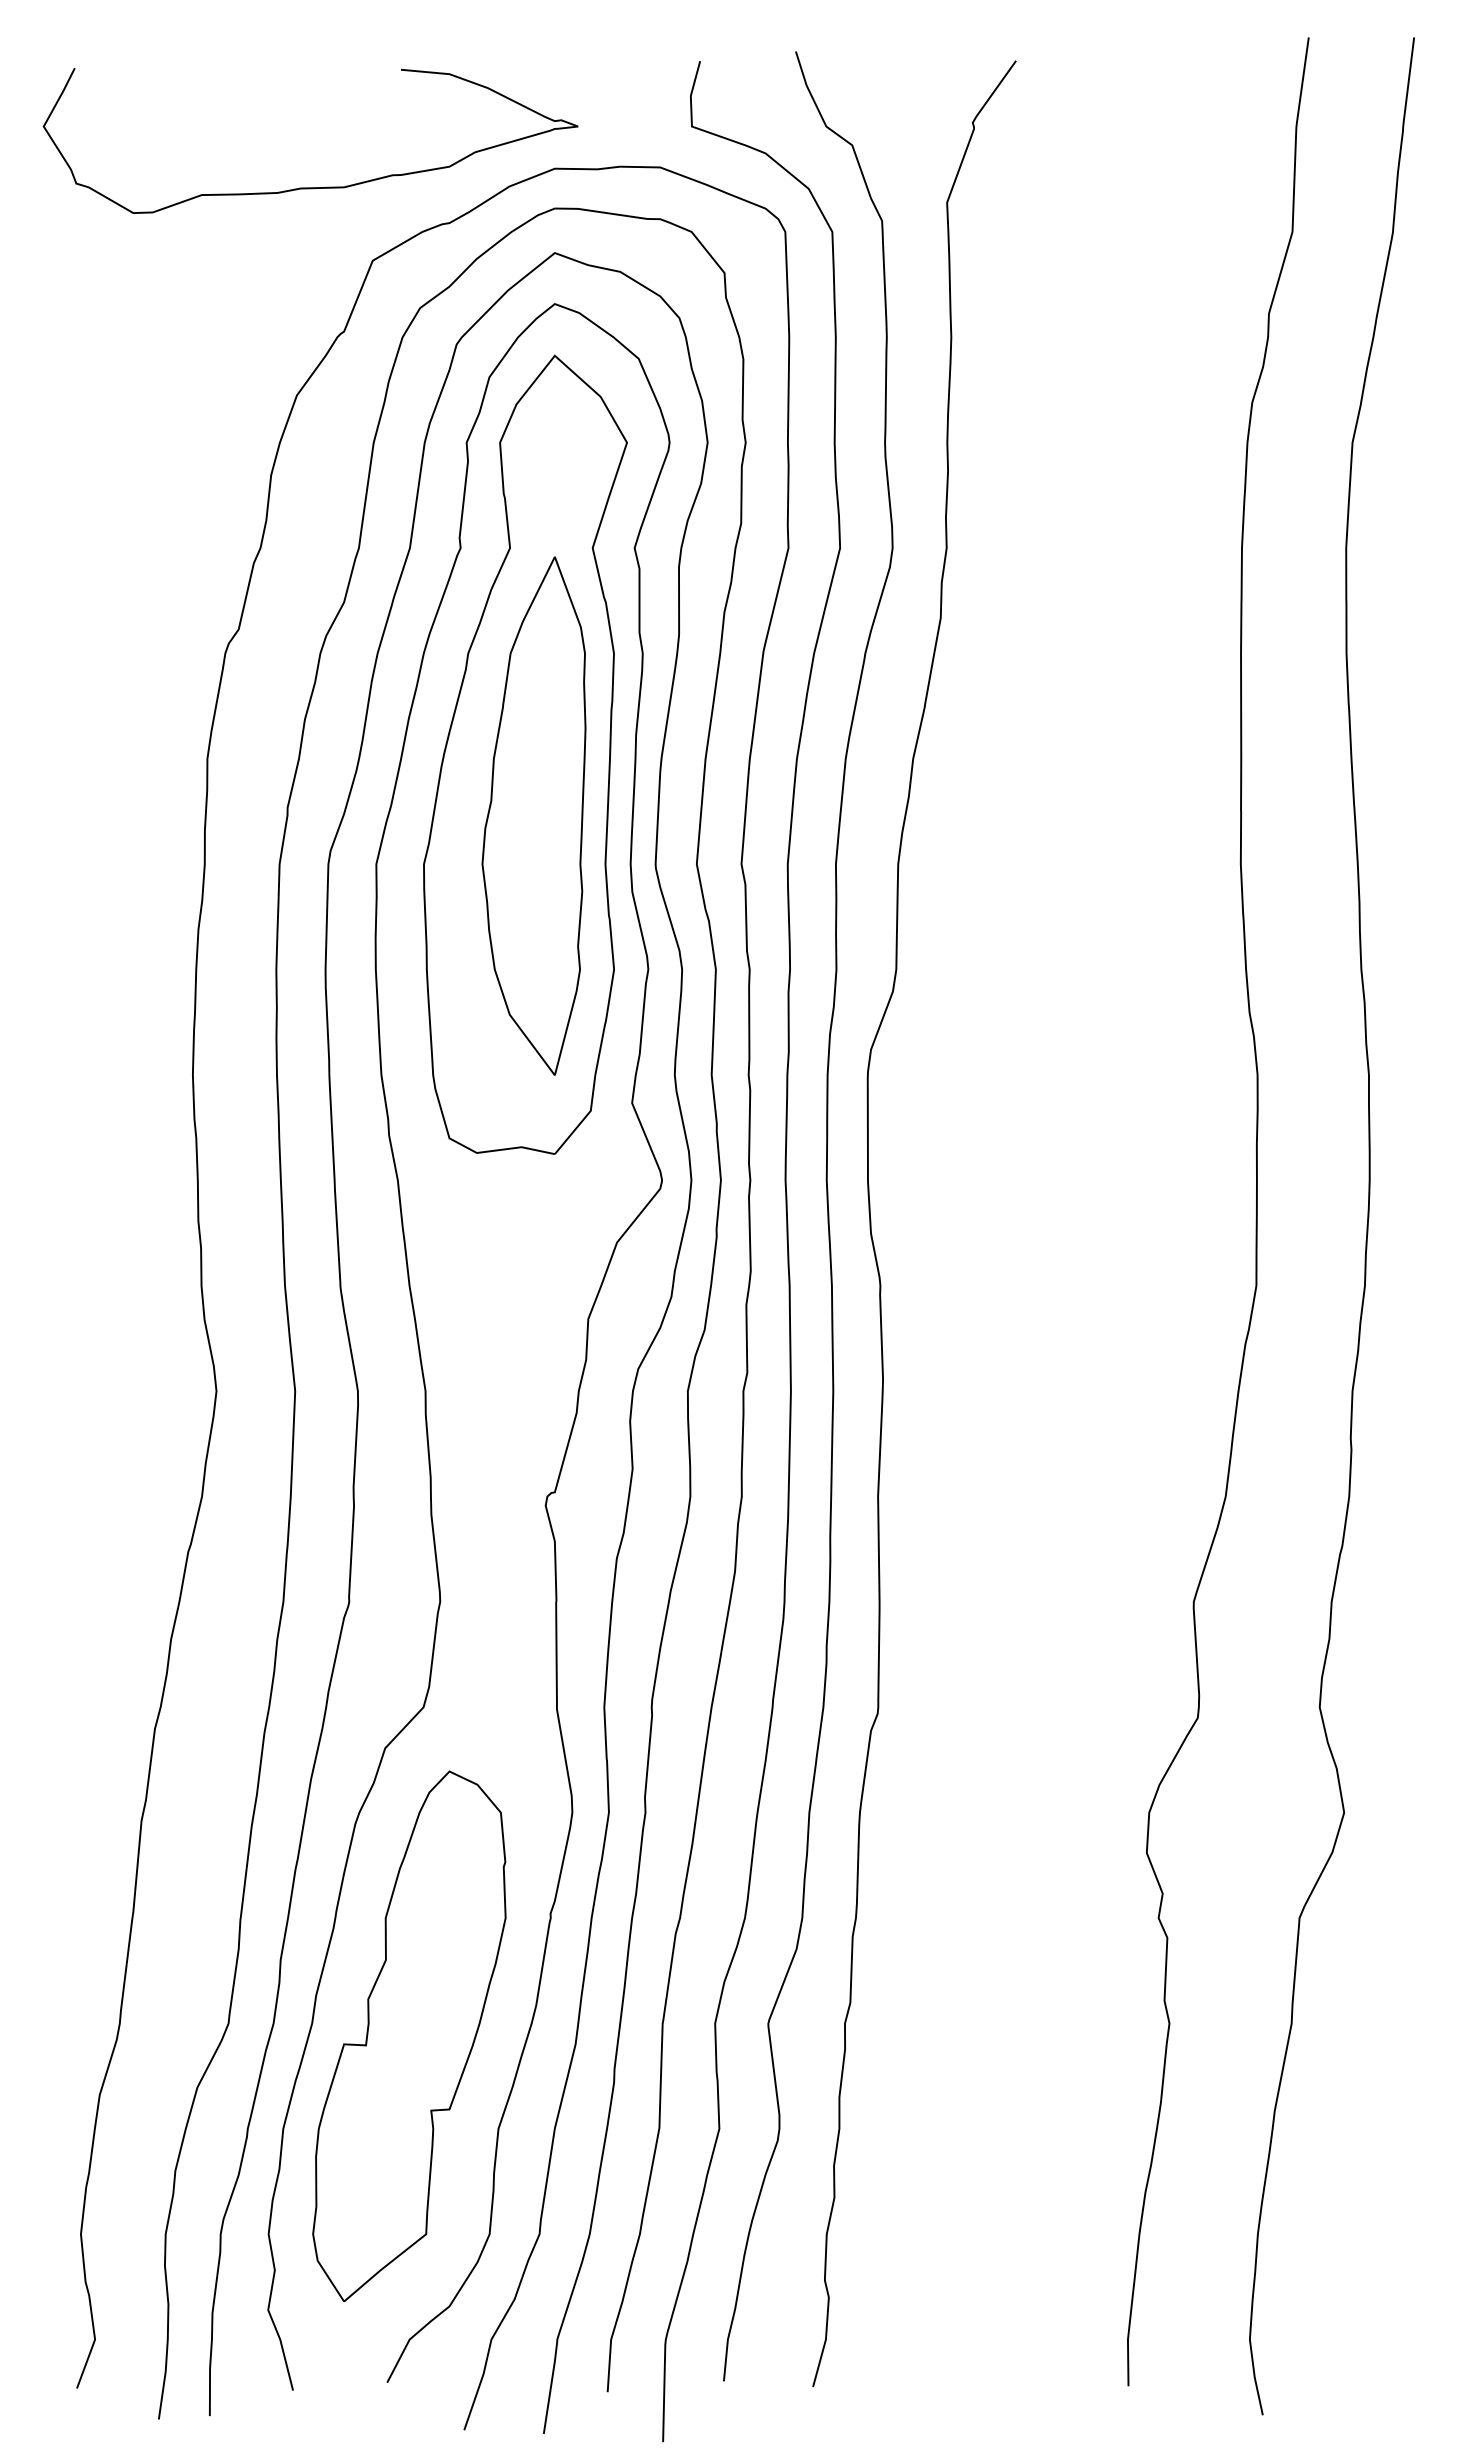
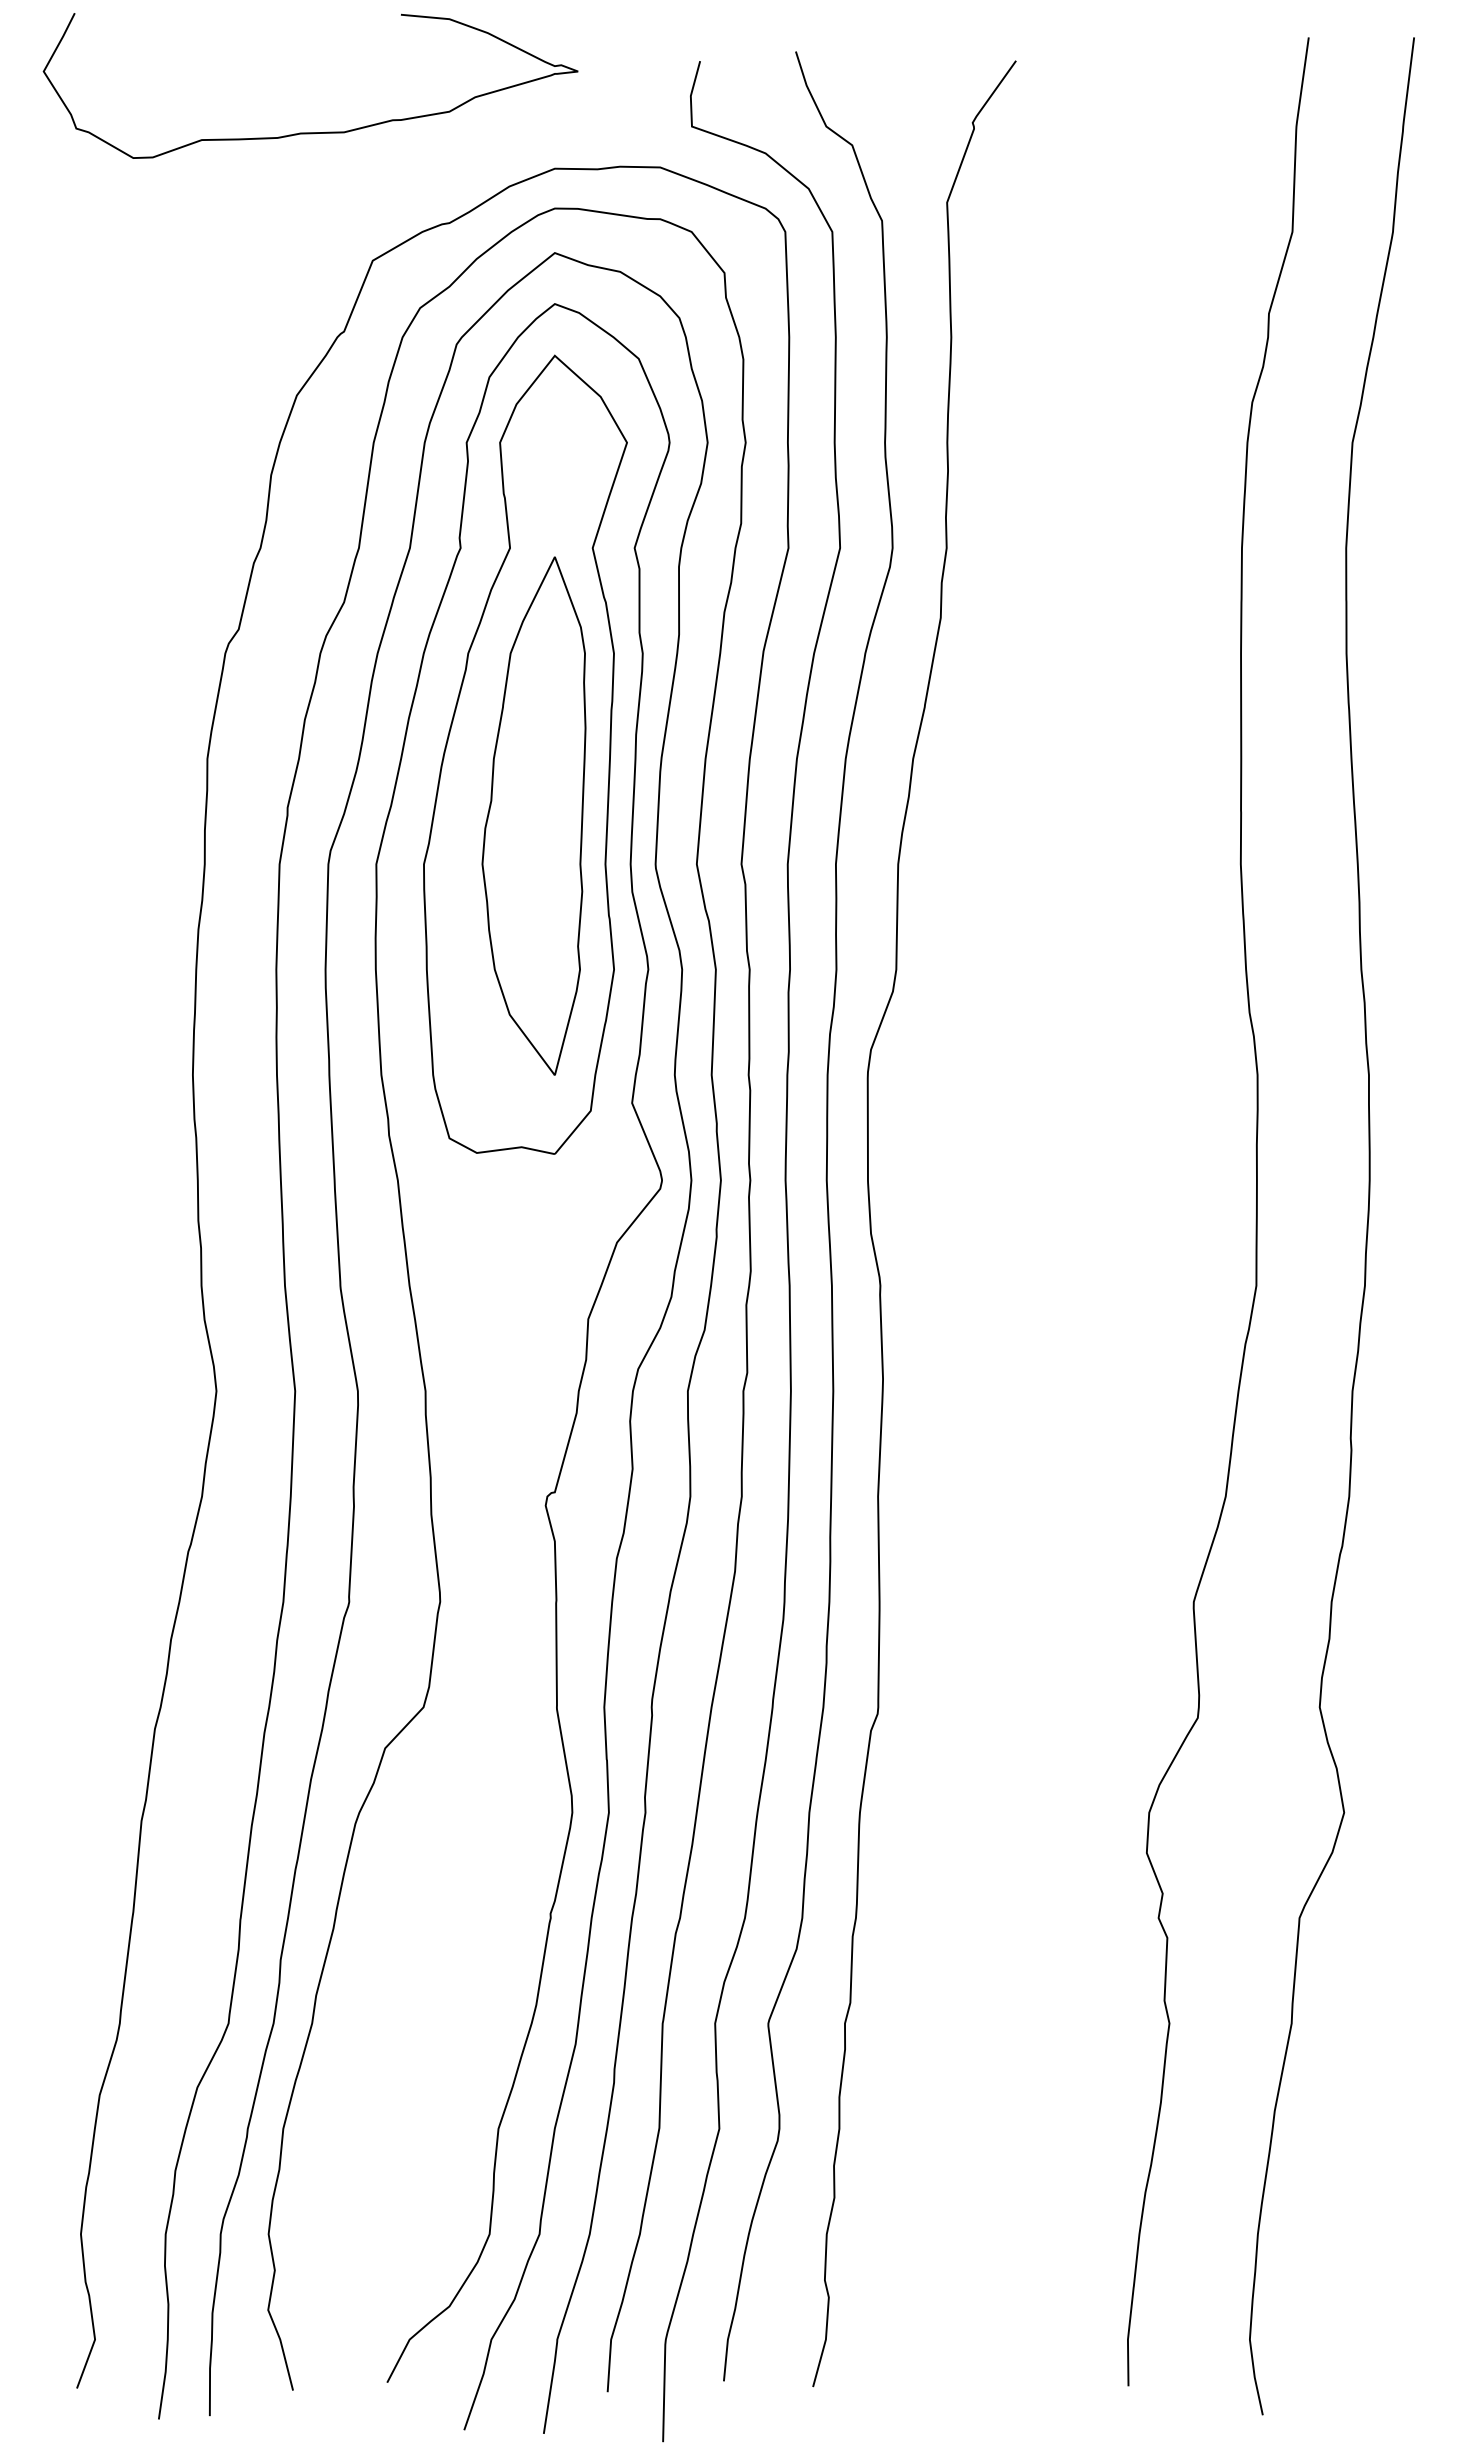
curve at (310, 187) position: (310, 187) -> (310, 132)
part at (409, 2035): present -> none
